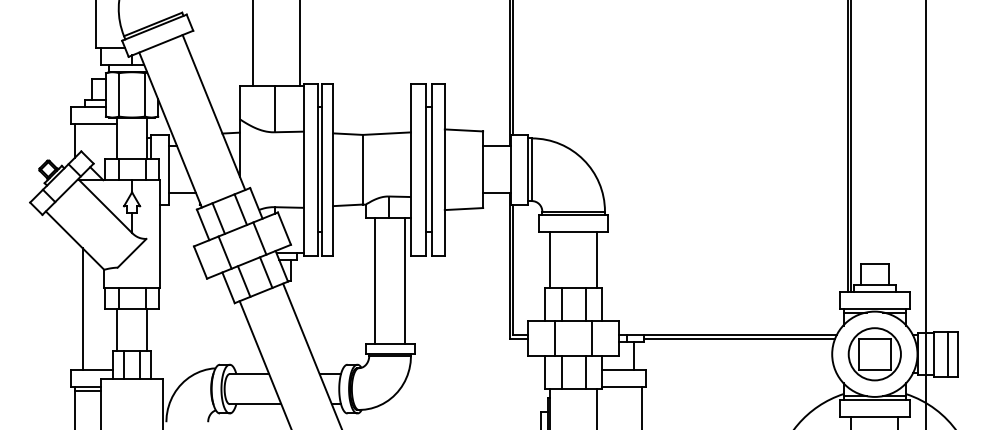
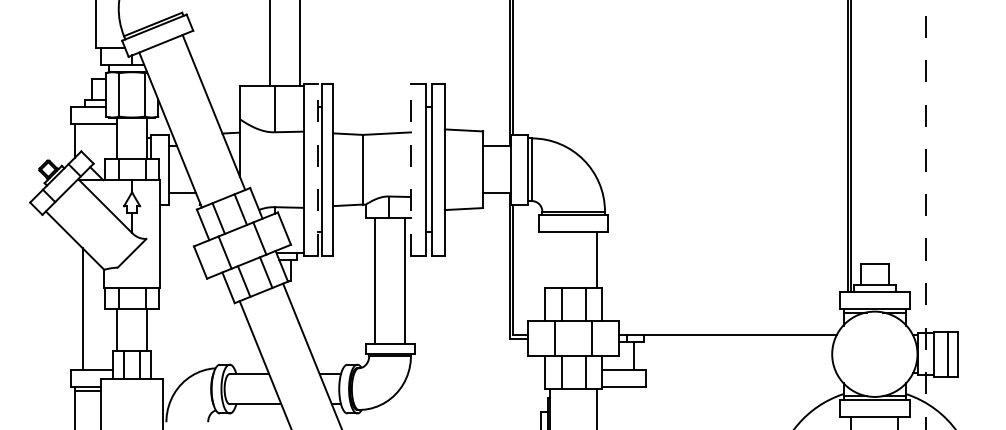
line at (253, 44) position: (253, 44) -> (270, 44)
line at (317, 169): solid -> dashed
line at (411, 169): solid -> dashed
line at (925, 214): solid -> dashed
line at (550, 260): present -> none
line at (739, 338): present -> none
part at (874, 354): present -> none
line at (642, 406): present -> none
